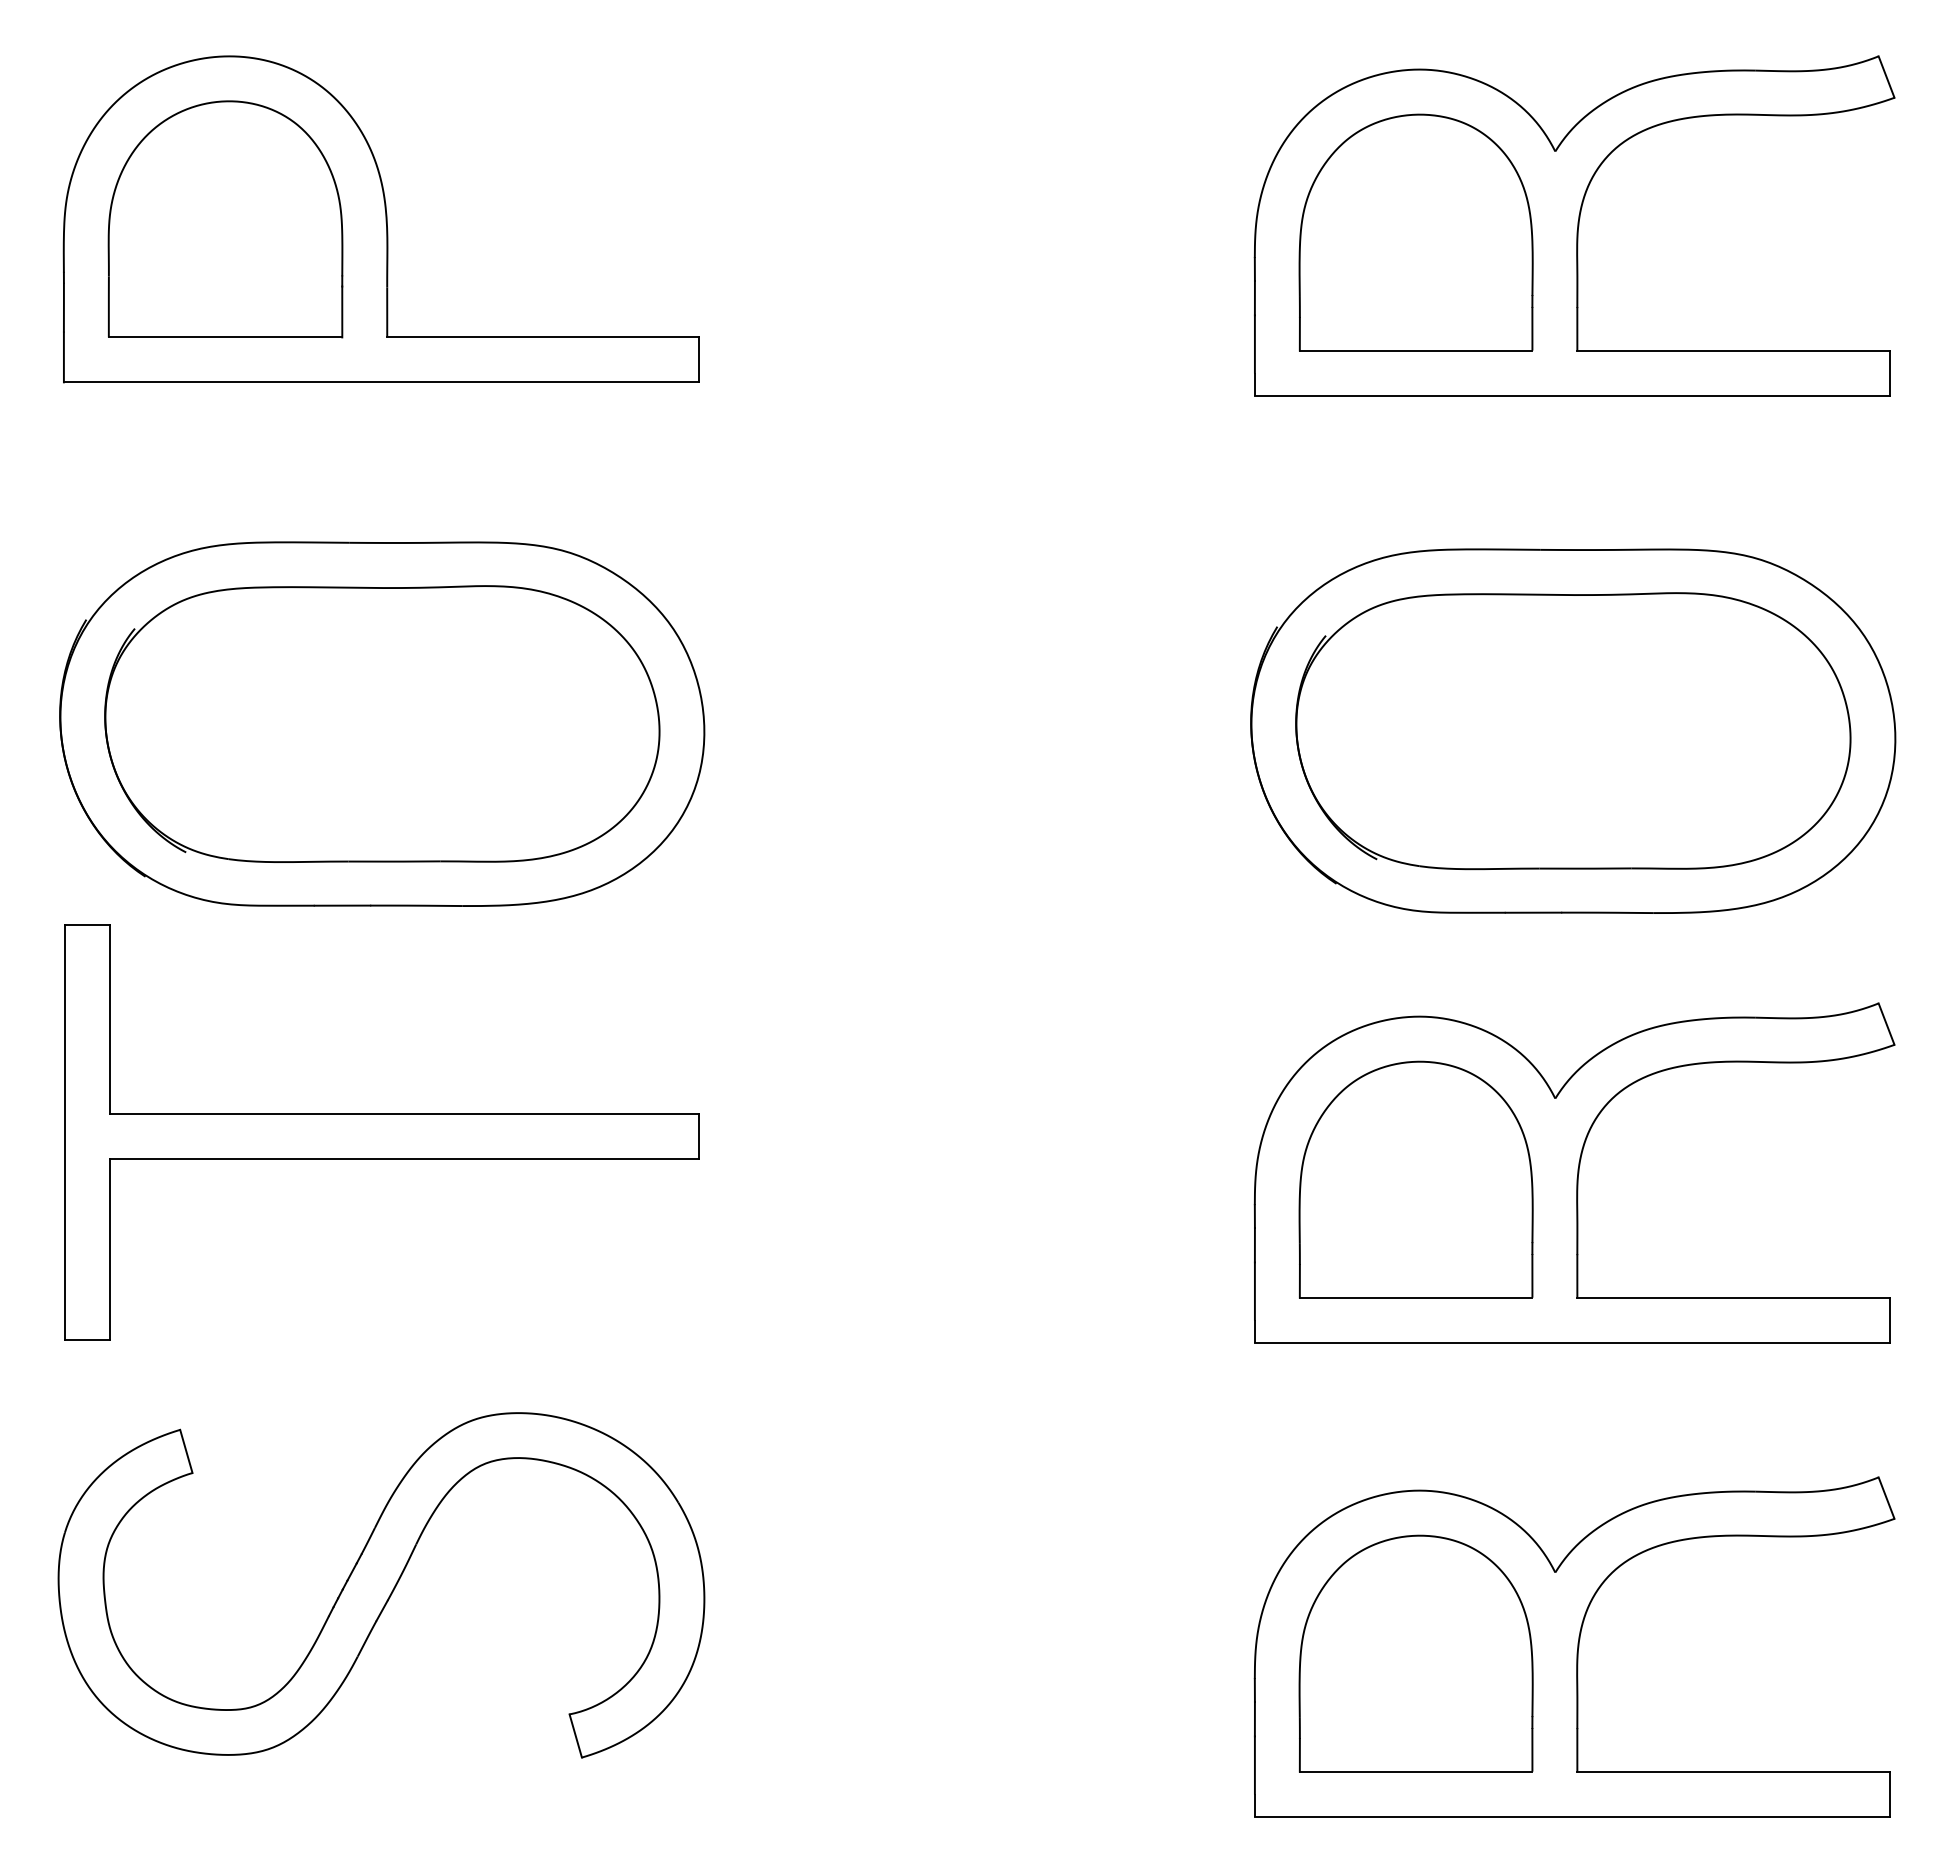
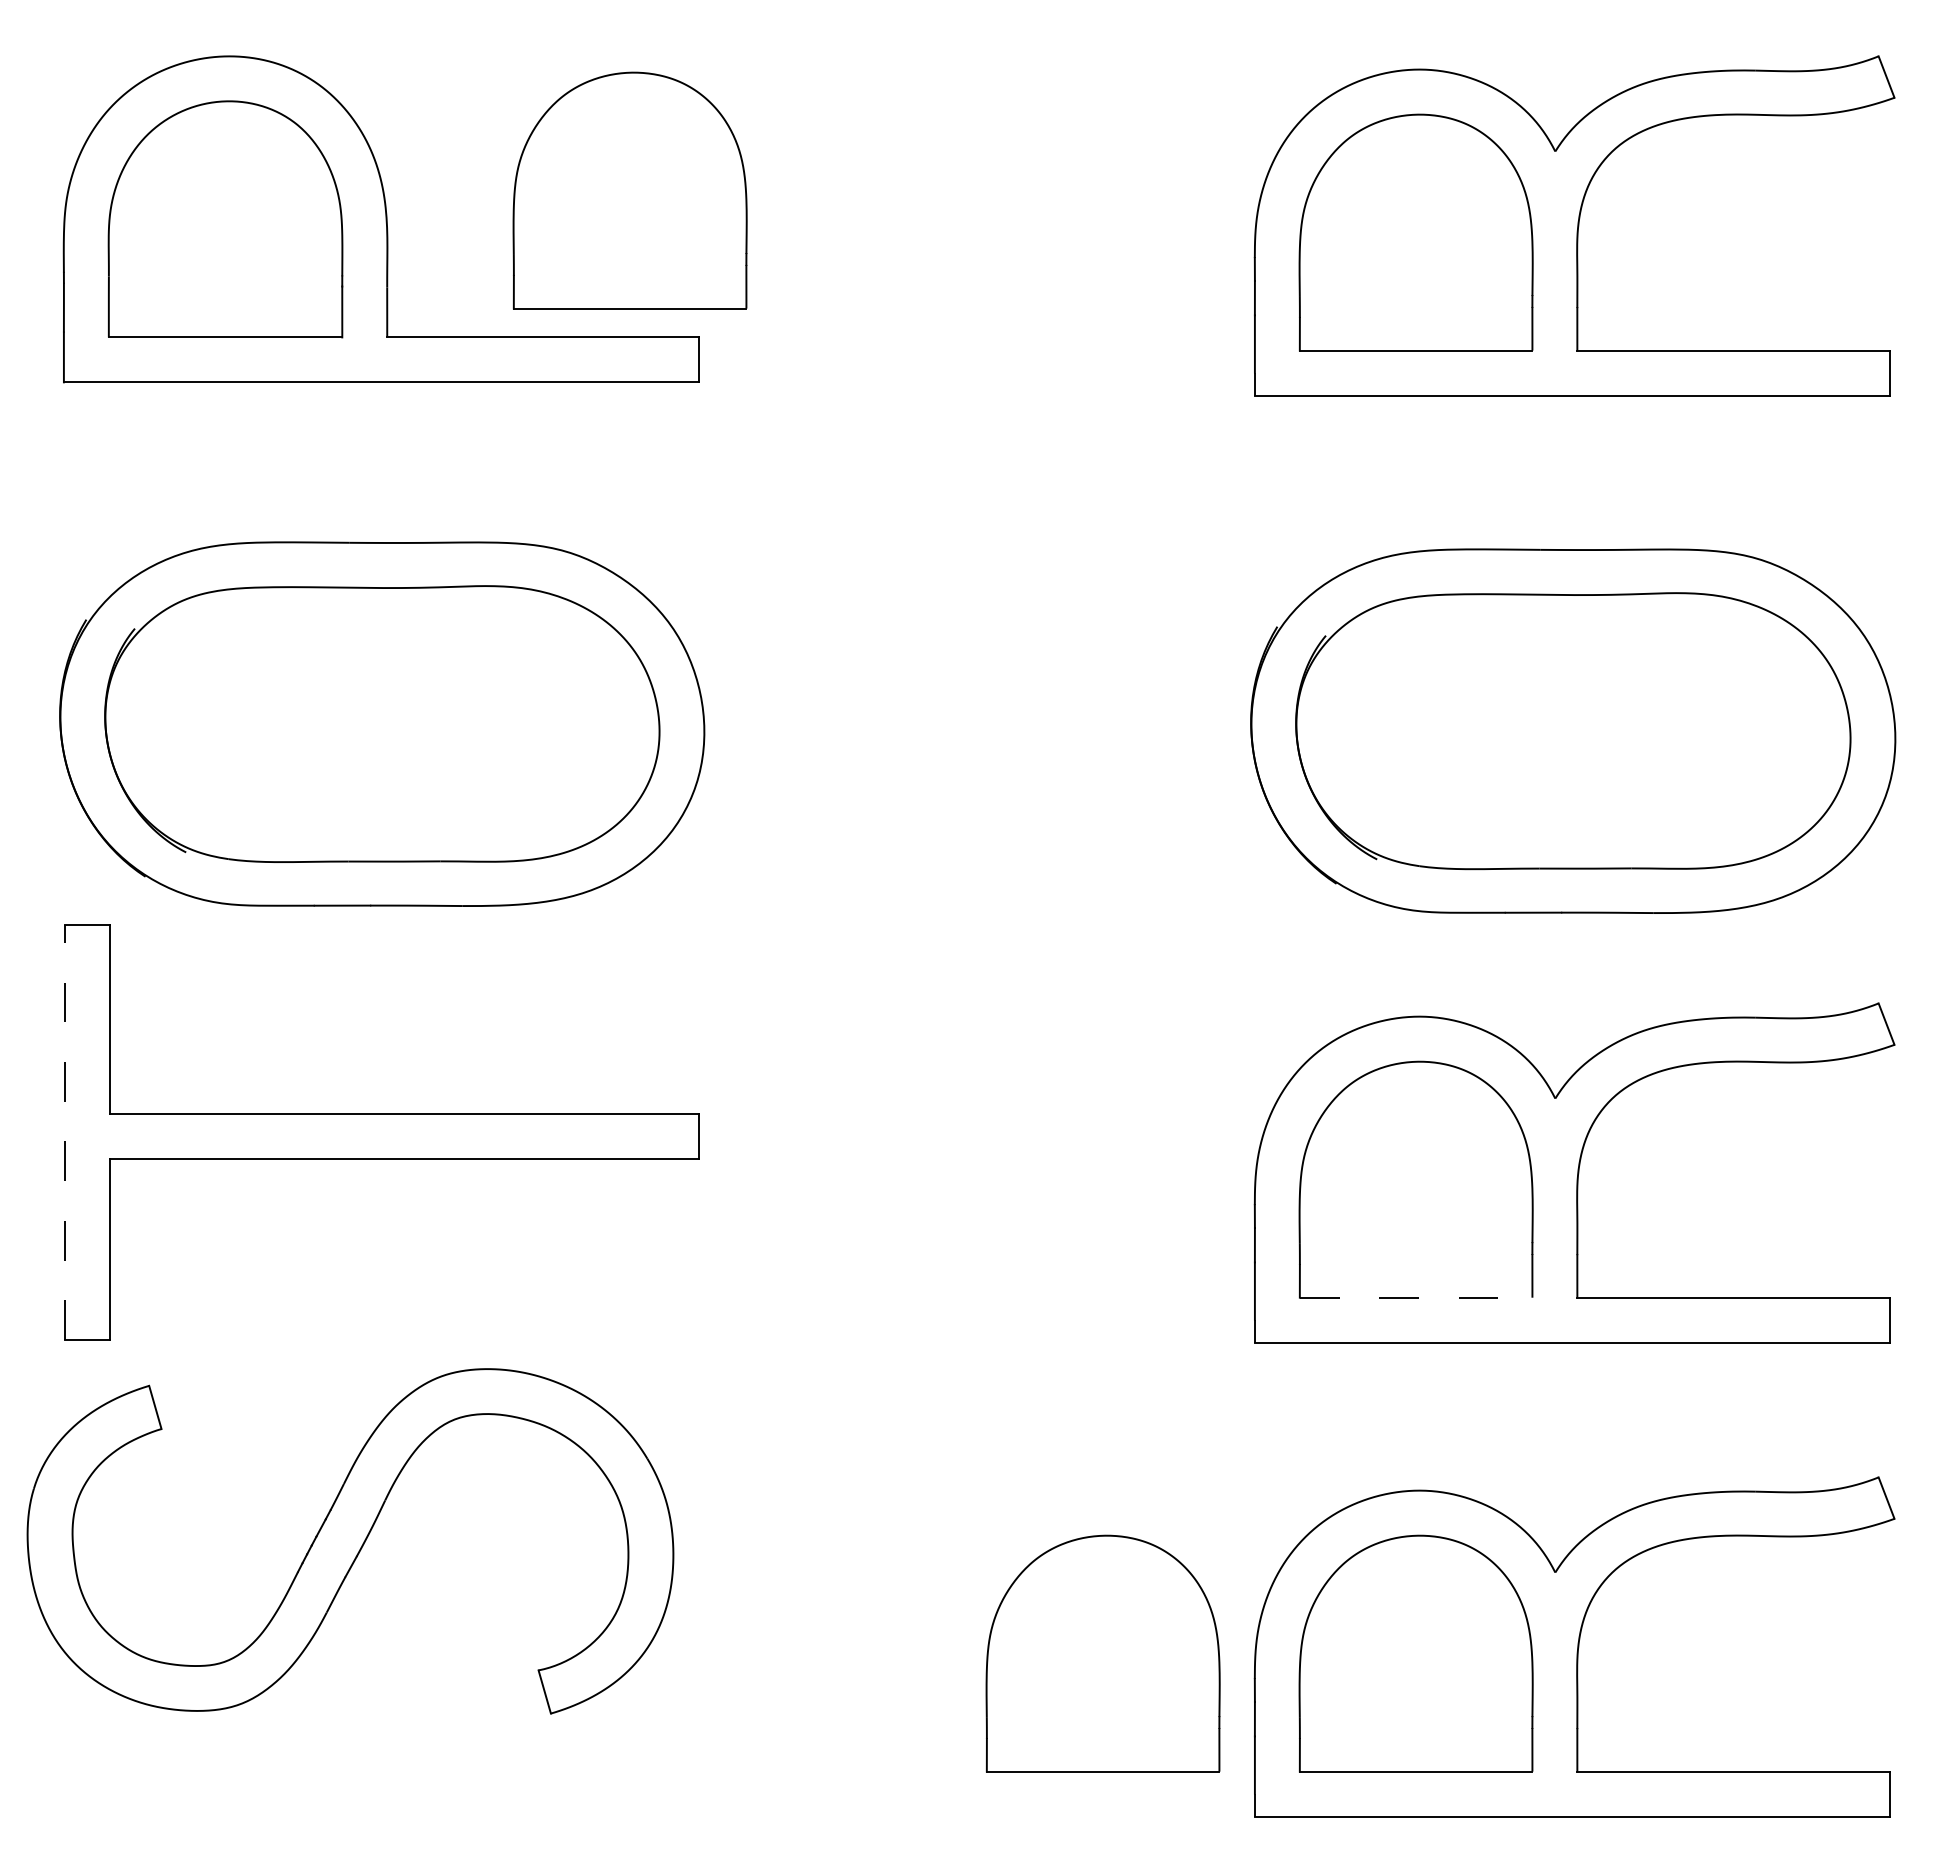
part at (629, 190): none -> present
line at (64, 1132): solid -> dashed
line at (1416, 1297): solid -> dashed
part at (381, 1585) position: (381, 1585) -> (350, 1541)
part at (1102, 1653): none -> present
